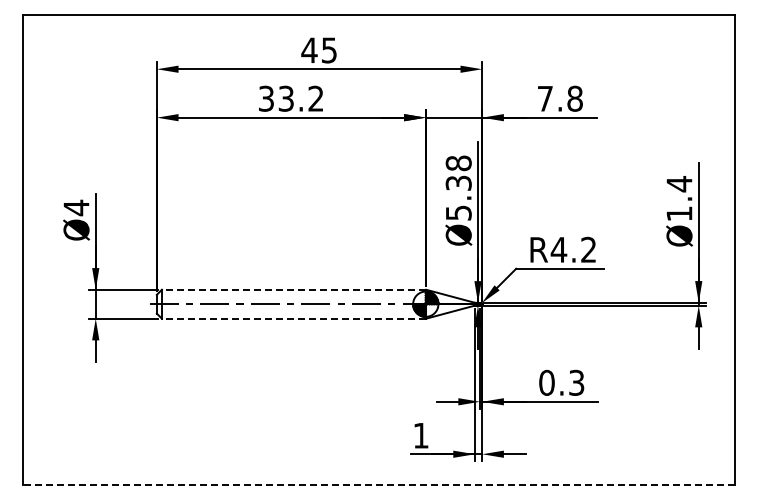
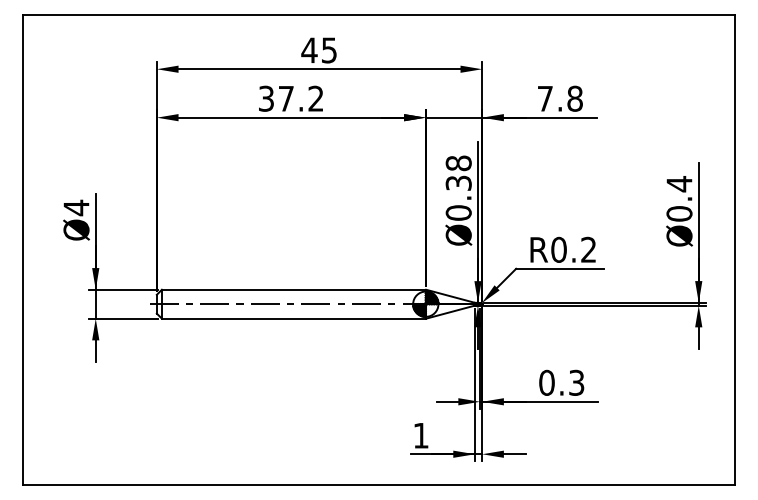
text at (285, 98): 33.2 -> 37.2
text at (458, 212): Ø5.38 -> Ø0.38
text at (679, 213): Ø1.4 -> Ø0.4
text at (558, 249): R4.2 -> R0.2
line at (293, 289): dashed -> solid
line at (293, 318): dashed -> solid
line at (378, 484): dashed -> solid
